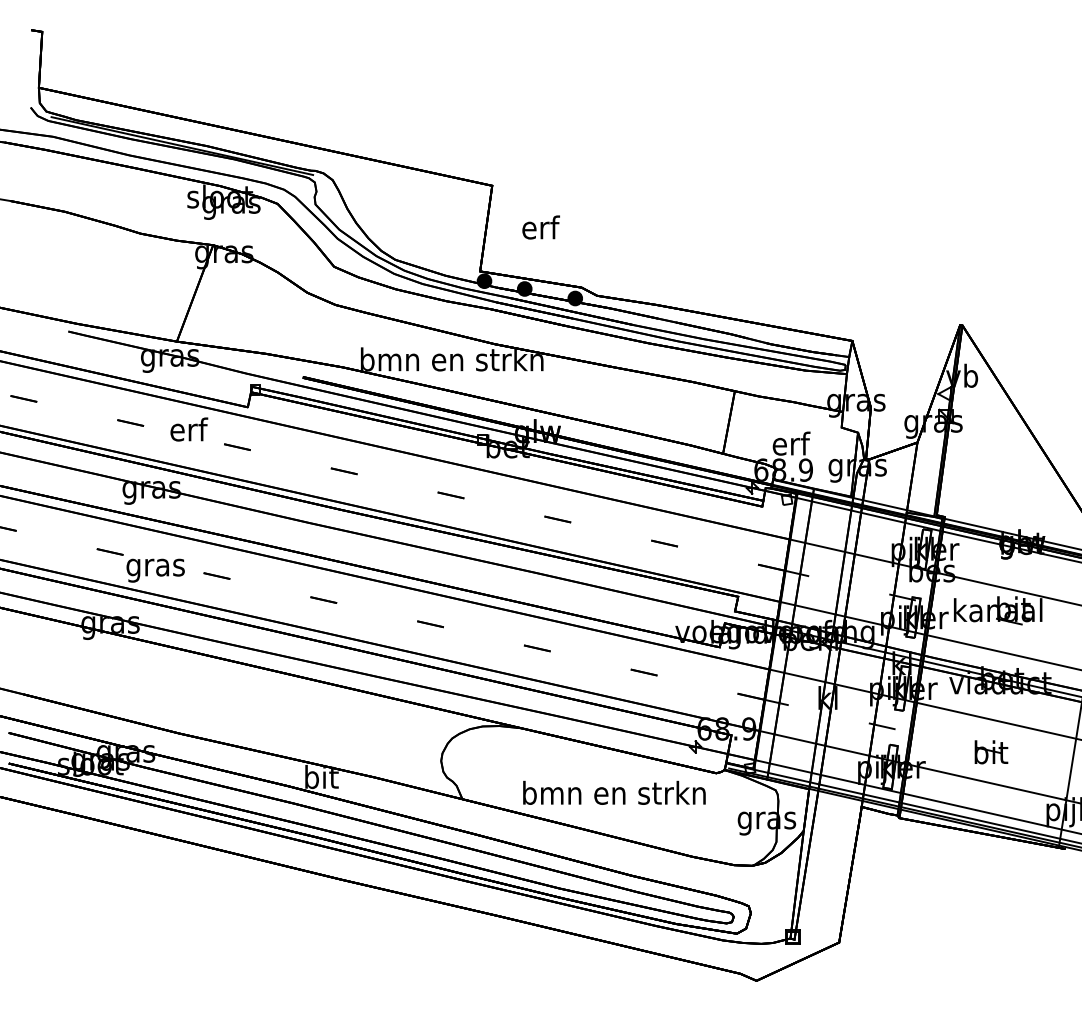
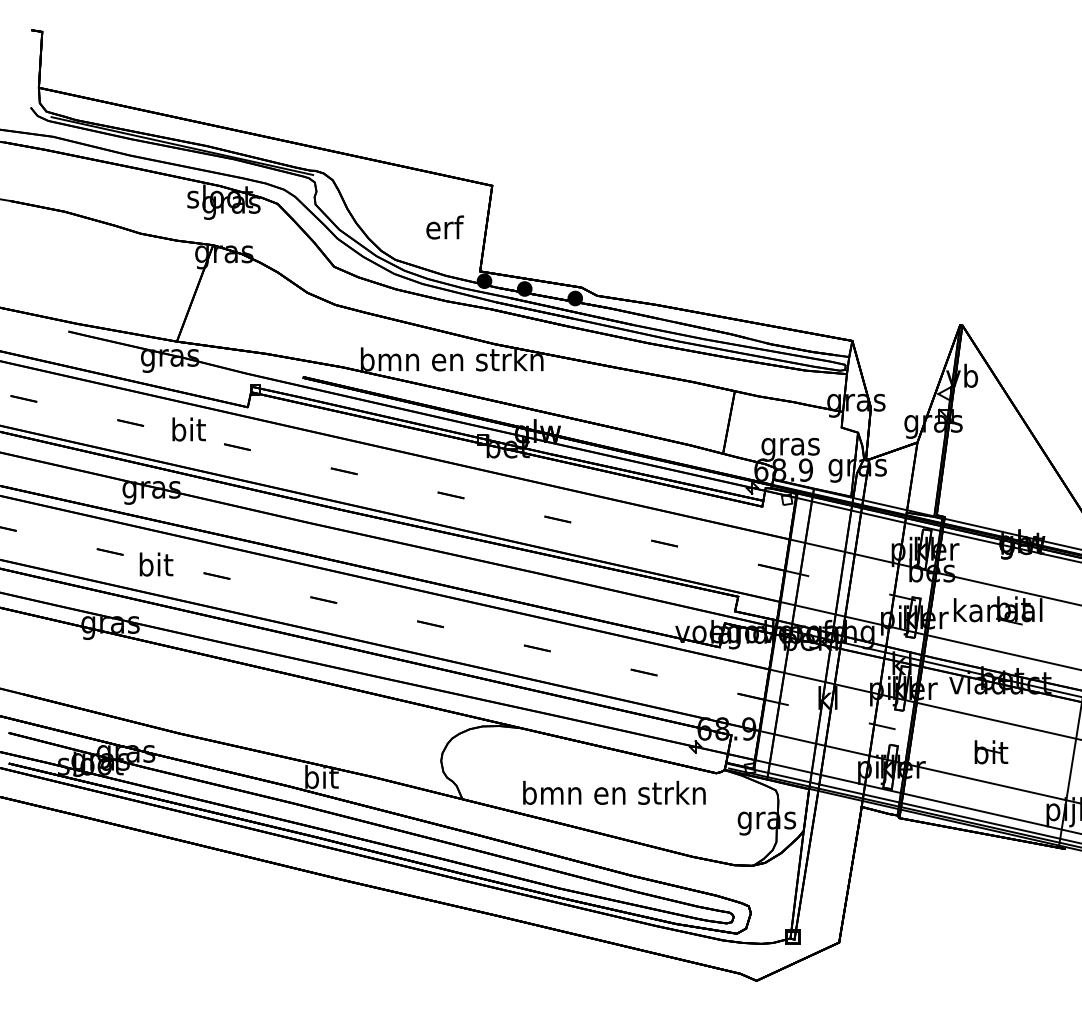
text at (540, 227) position: (540, 227) -> (444, 227)
text at (189, 429): erf -> bit
text at (790, 446): erf -> gras
text at (155, 567): gras -> bit
